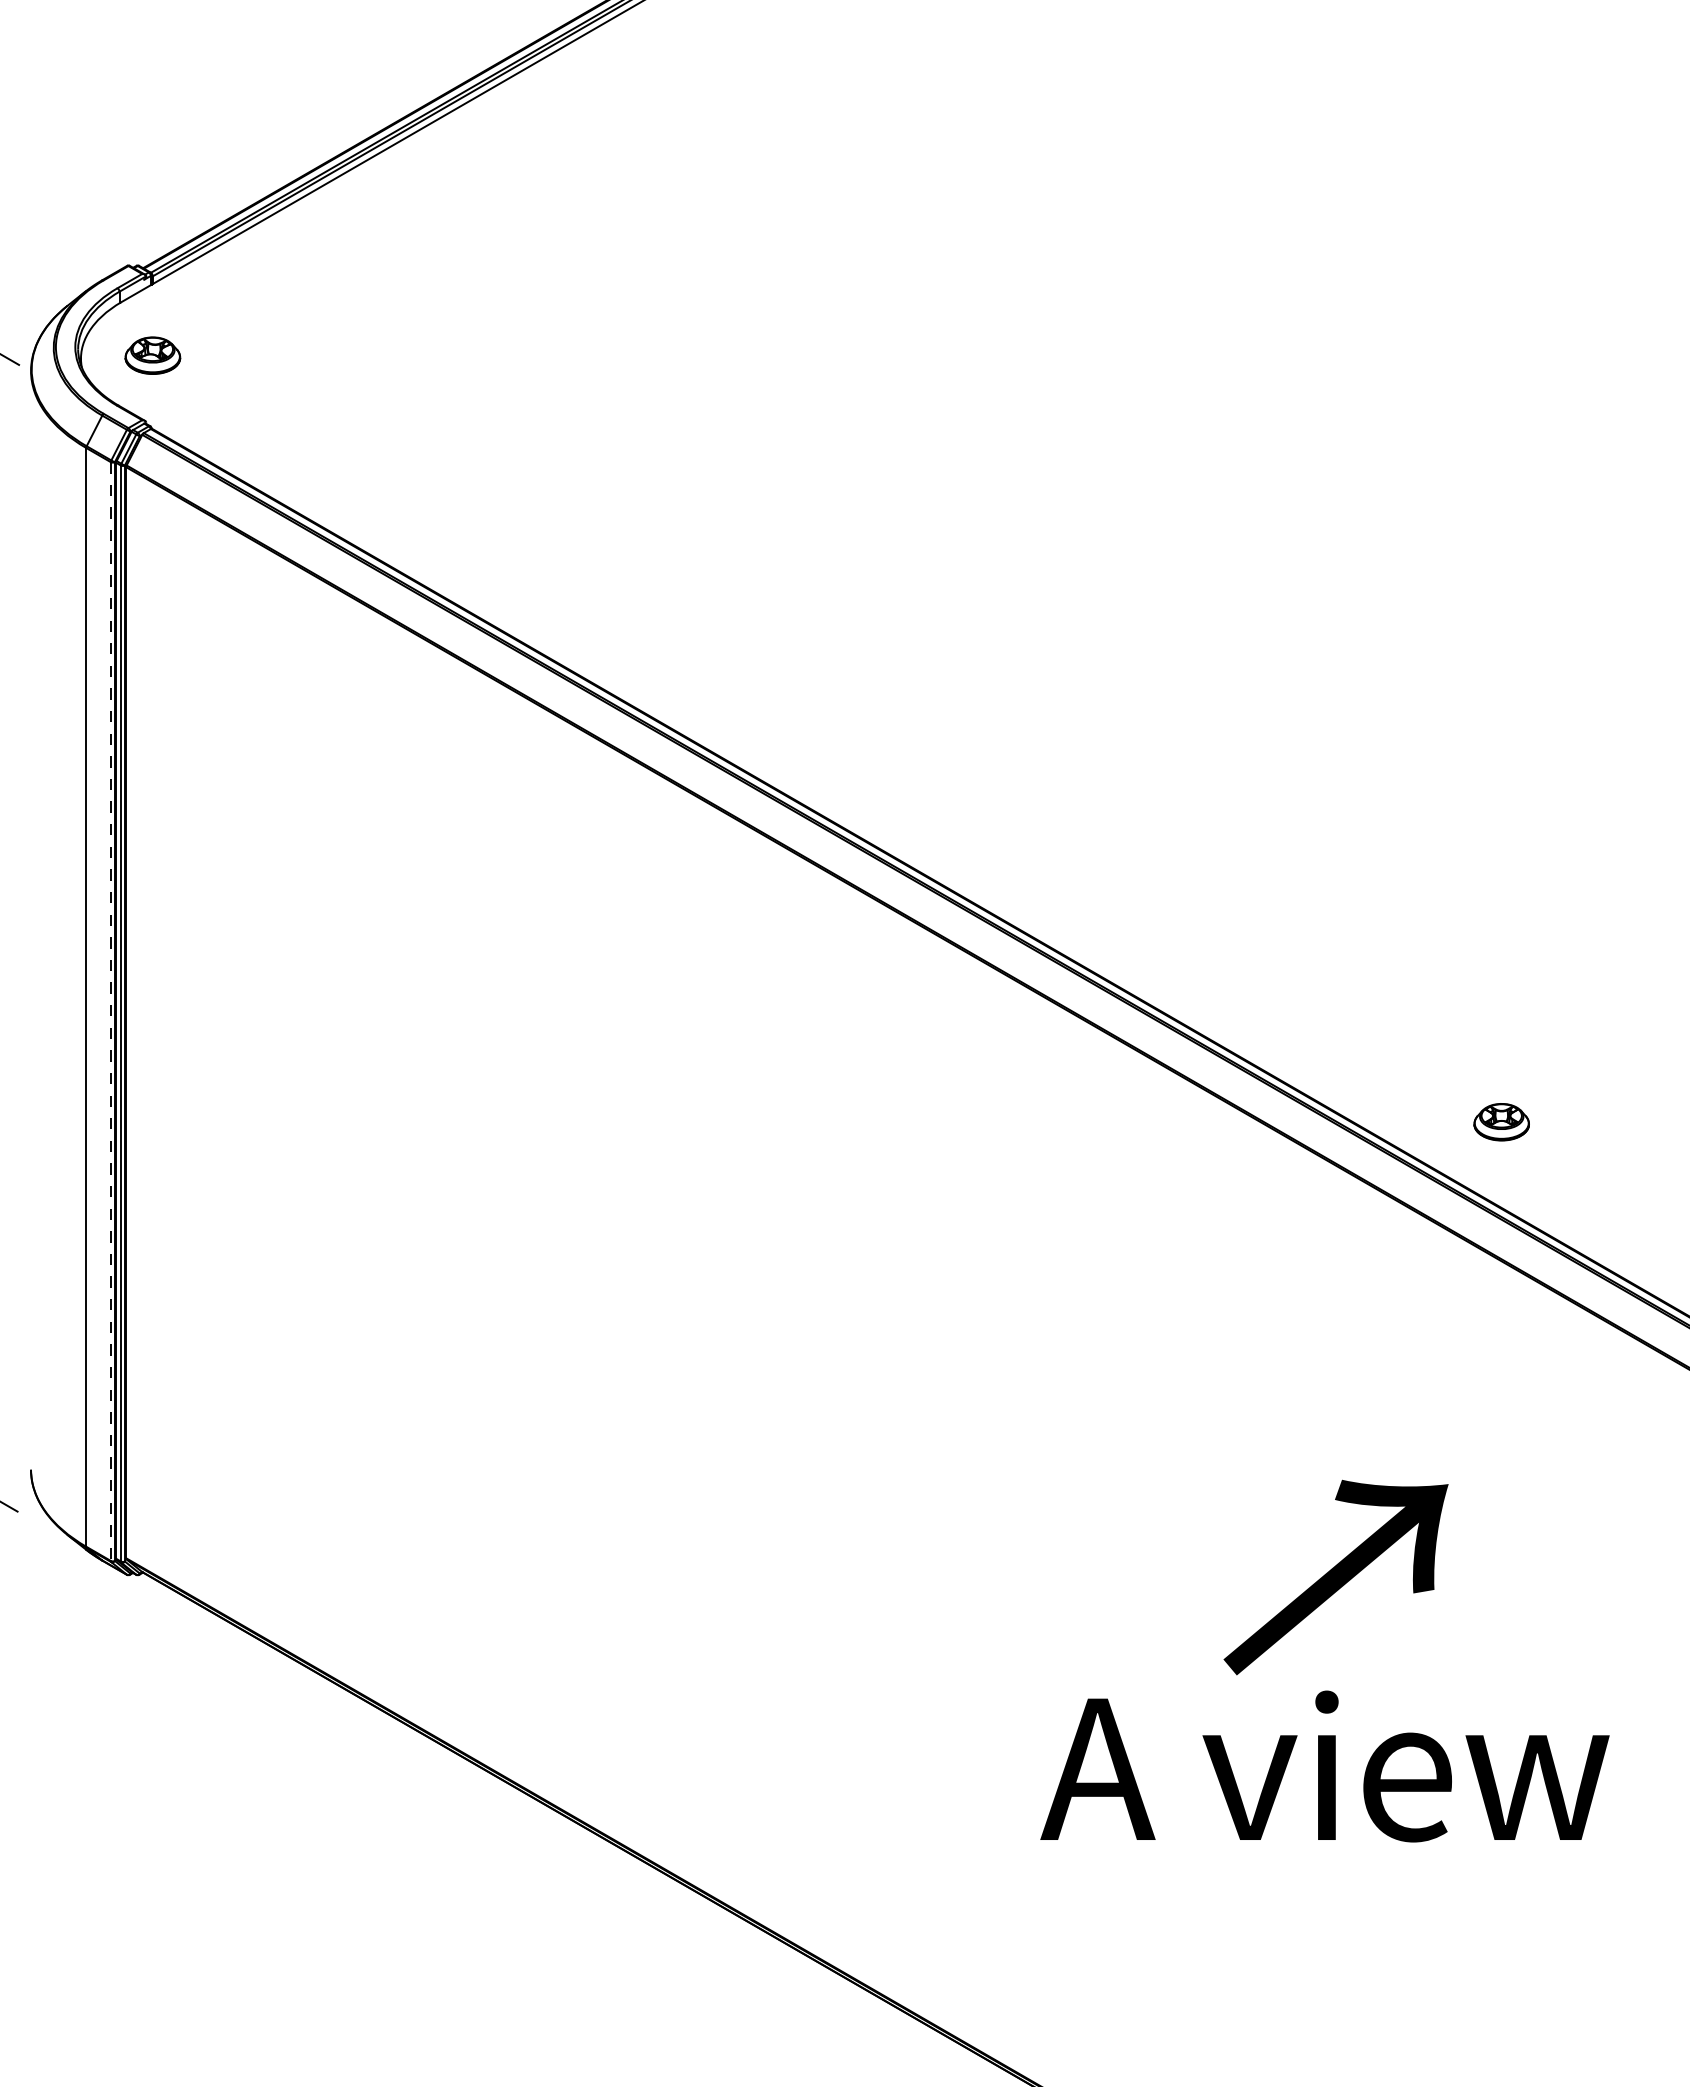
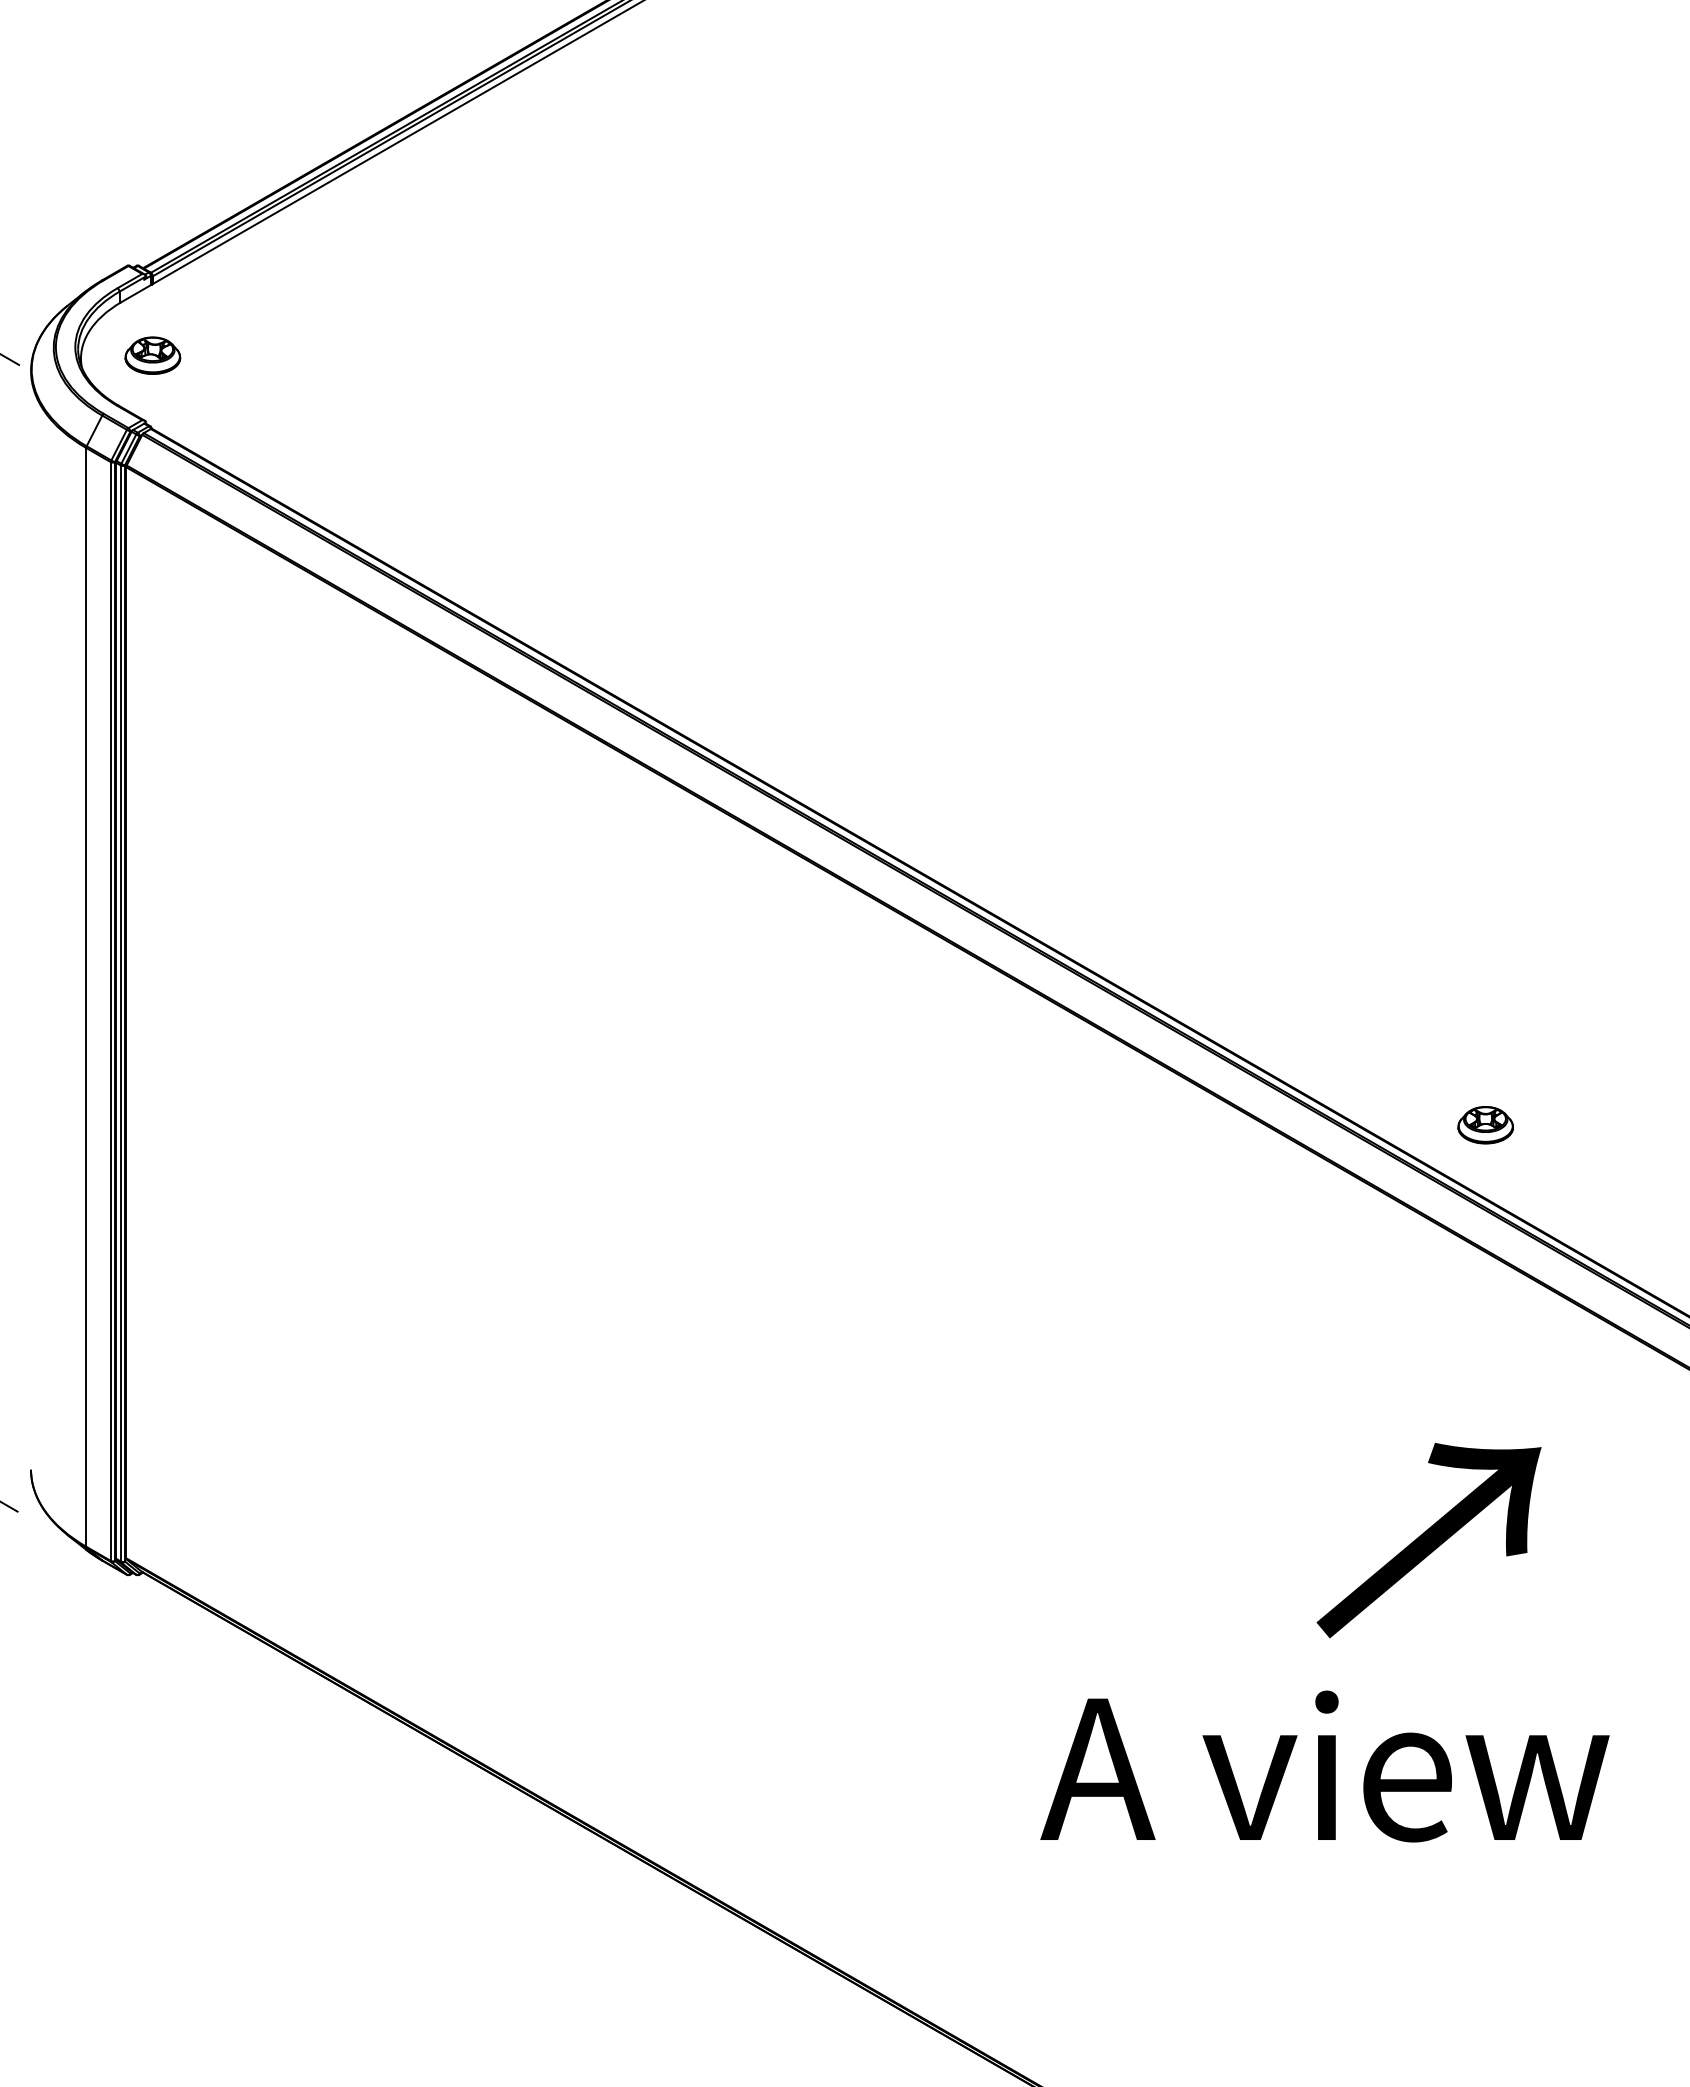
line at (110, 1012): dashed -> solid
part at (1501, 1122) position: (1501, 1122) -> (1485, 1125)
text at (1335, 1577) position: (1335, 1577) -> (1428, 1540)
